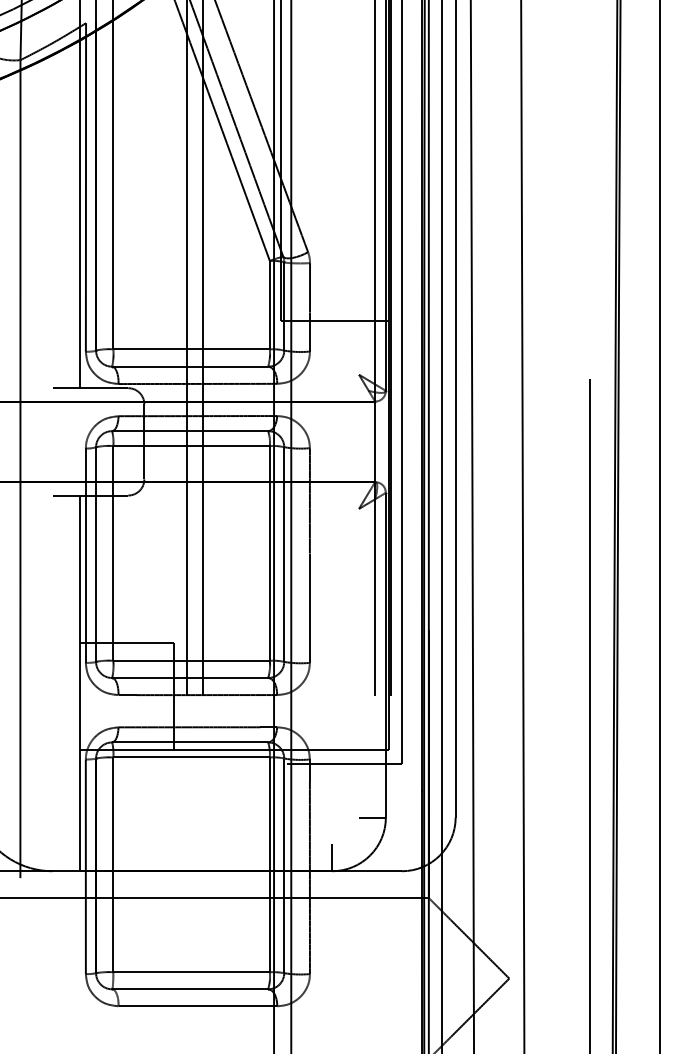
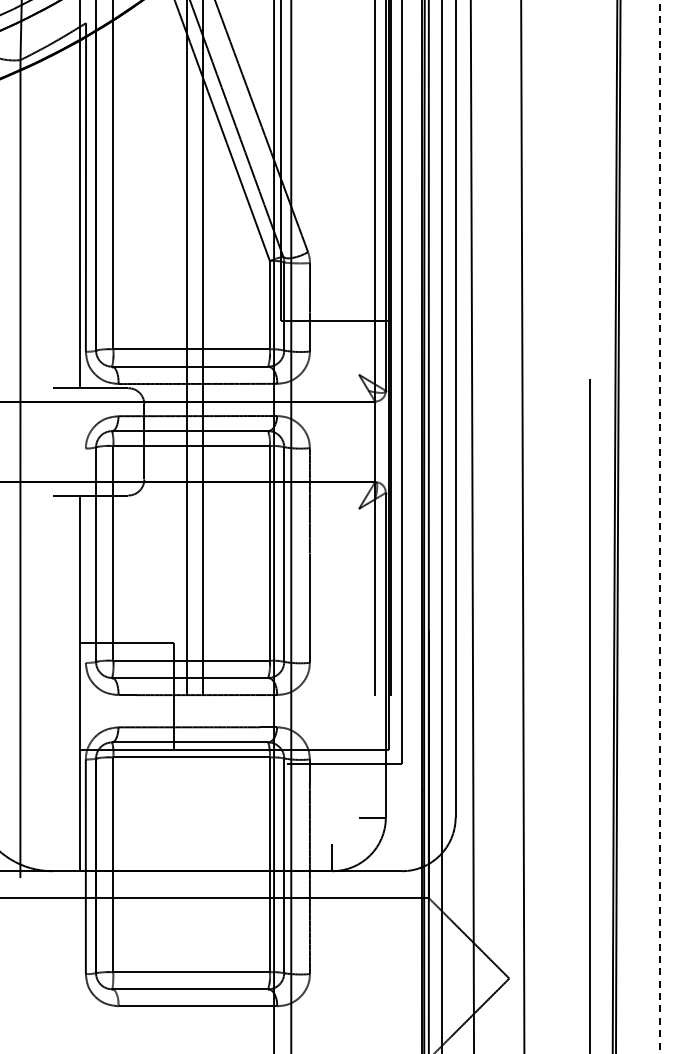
line at (659, 526): solid -> dashed
line at (85, 555): present -> none
